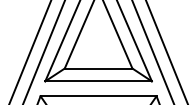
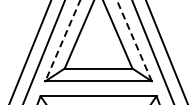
line at (62, 41): solid -> dashed
line at (134, 41): solid -> dashed
